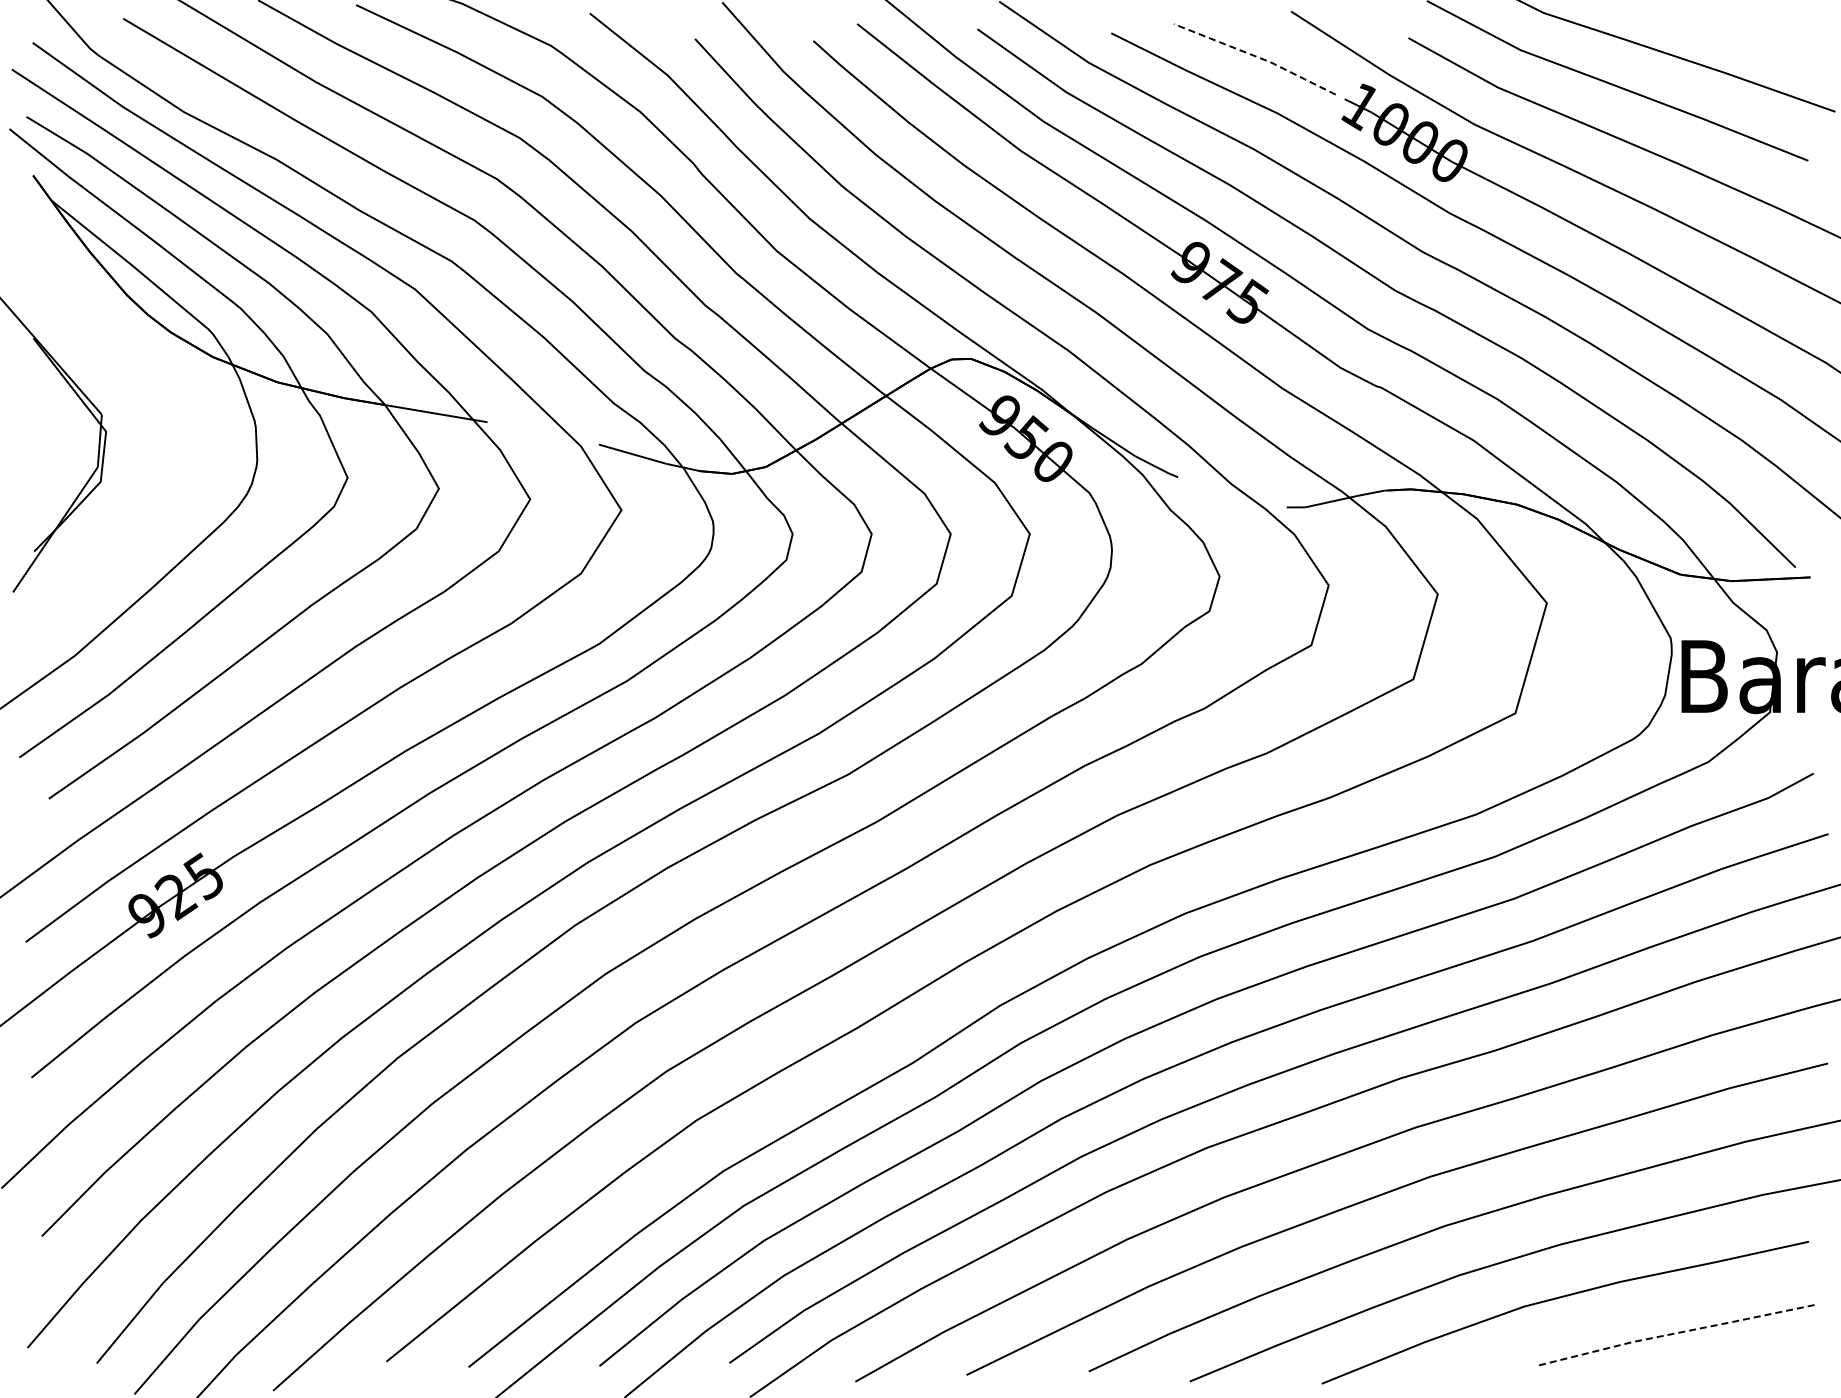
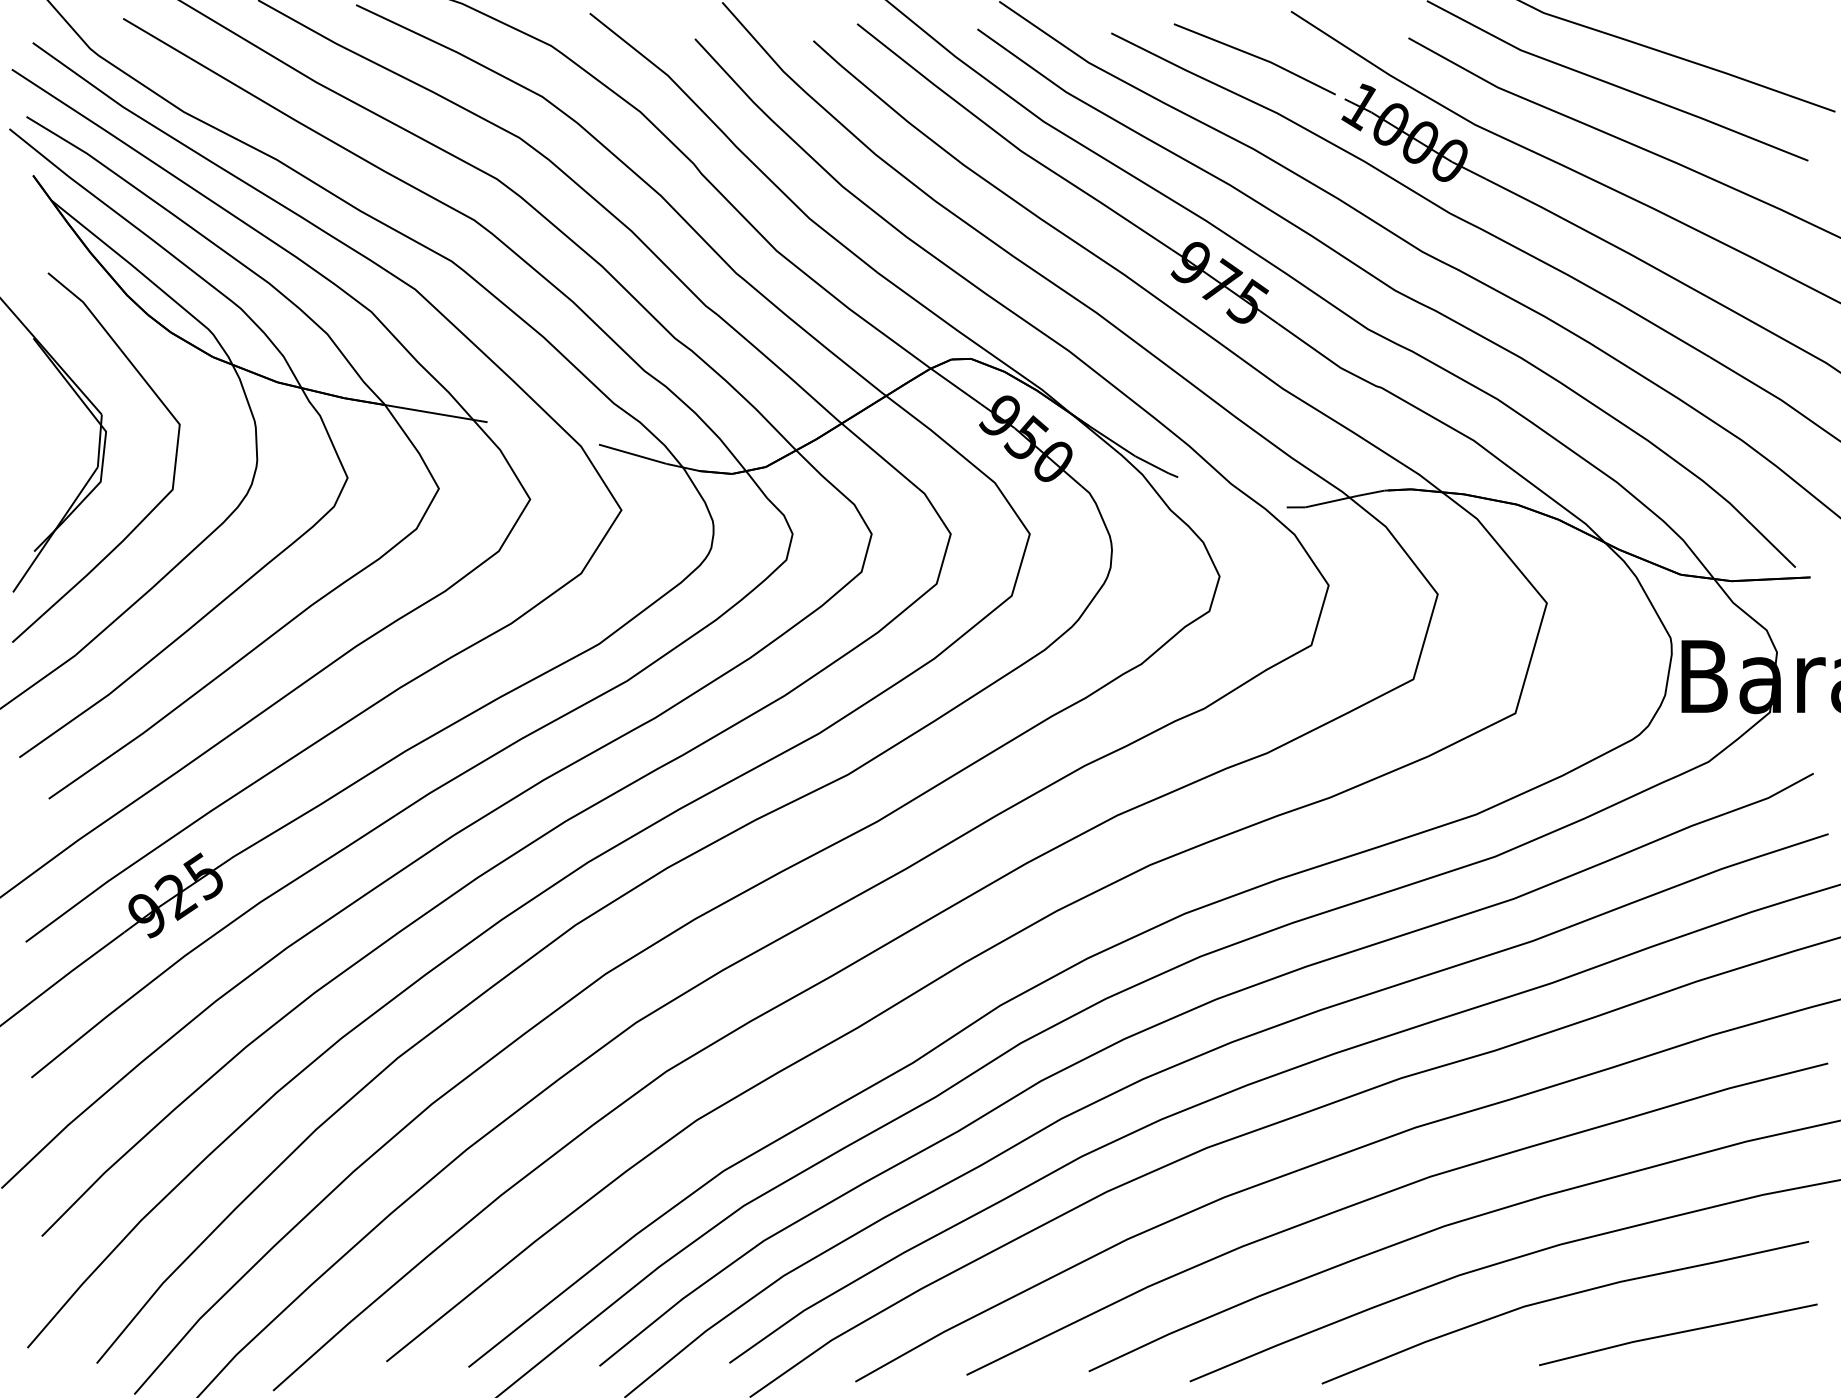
line at (1256, 56): dashed -> solid
curve at (156, 504): none -> present
line at (1677, 1332): dashed -> solid
